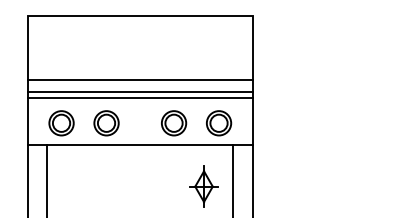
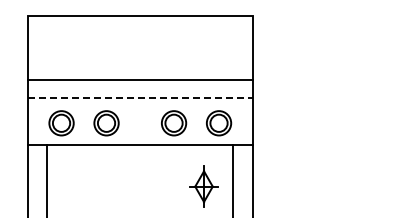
line at (139, 92): present -> none
line at (140, 98): solid -> dashed
